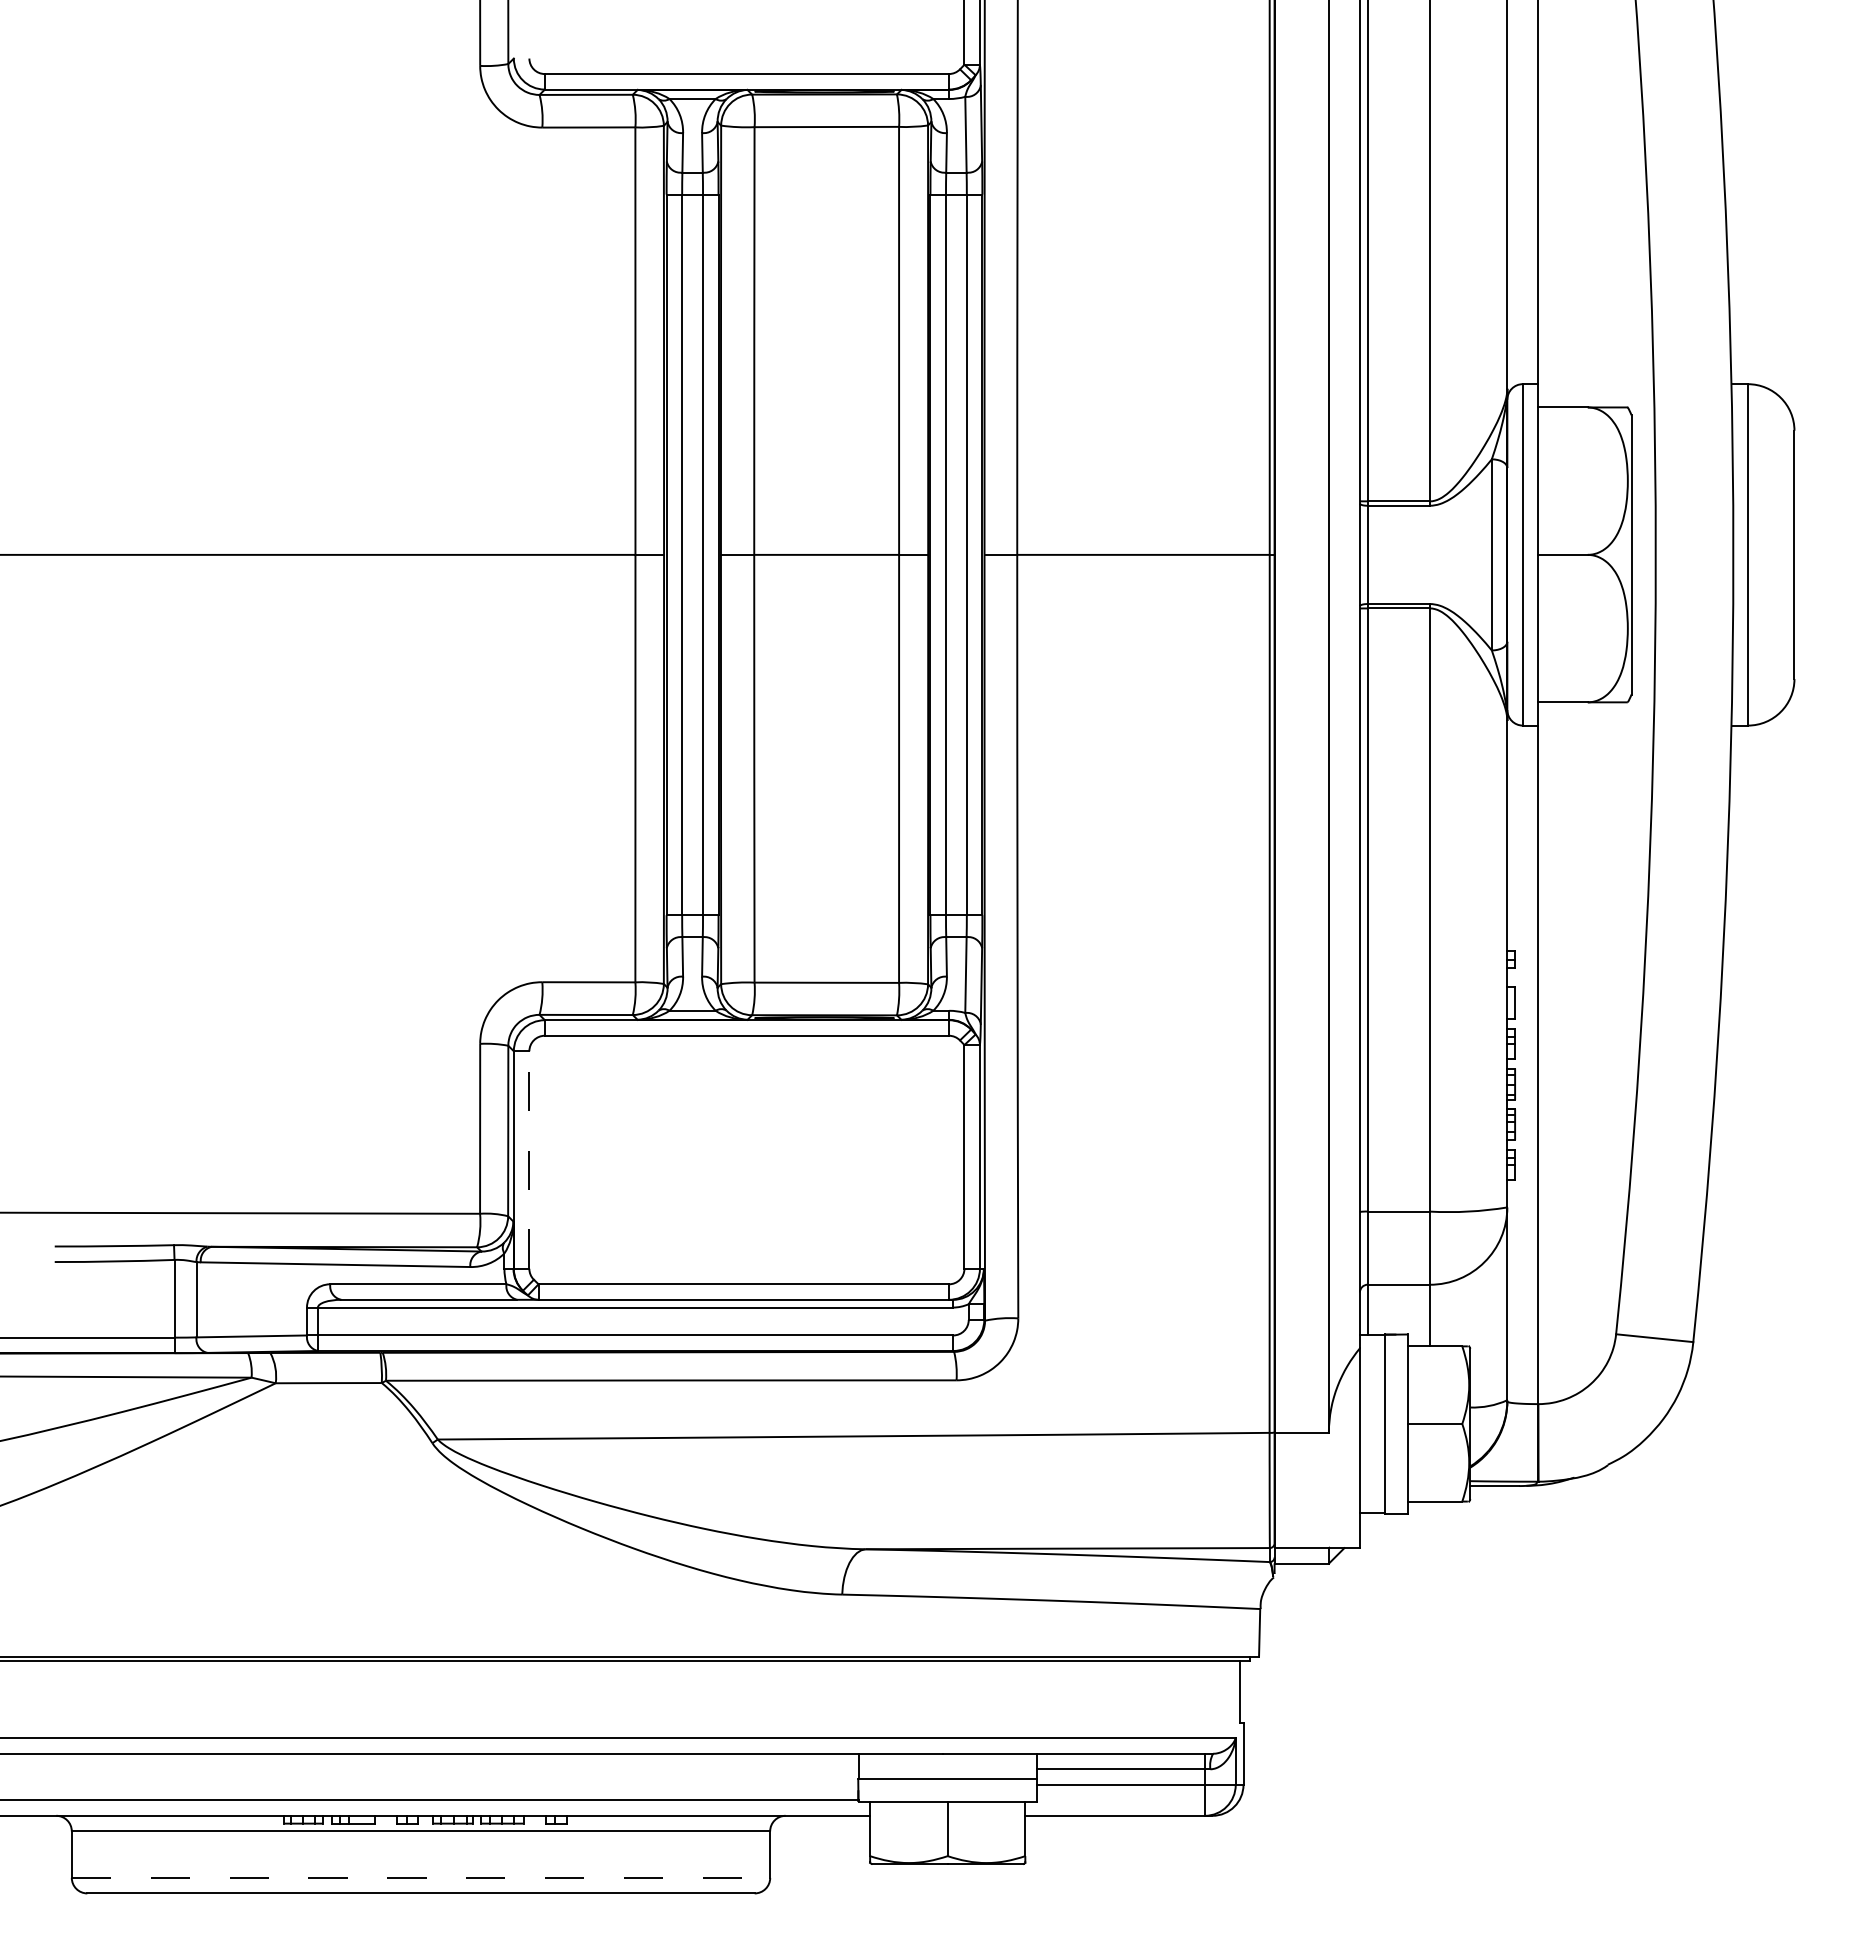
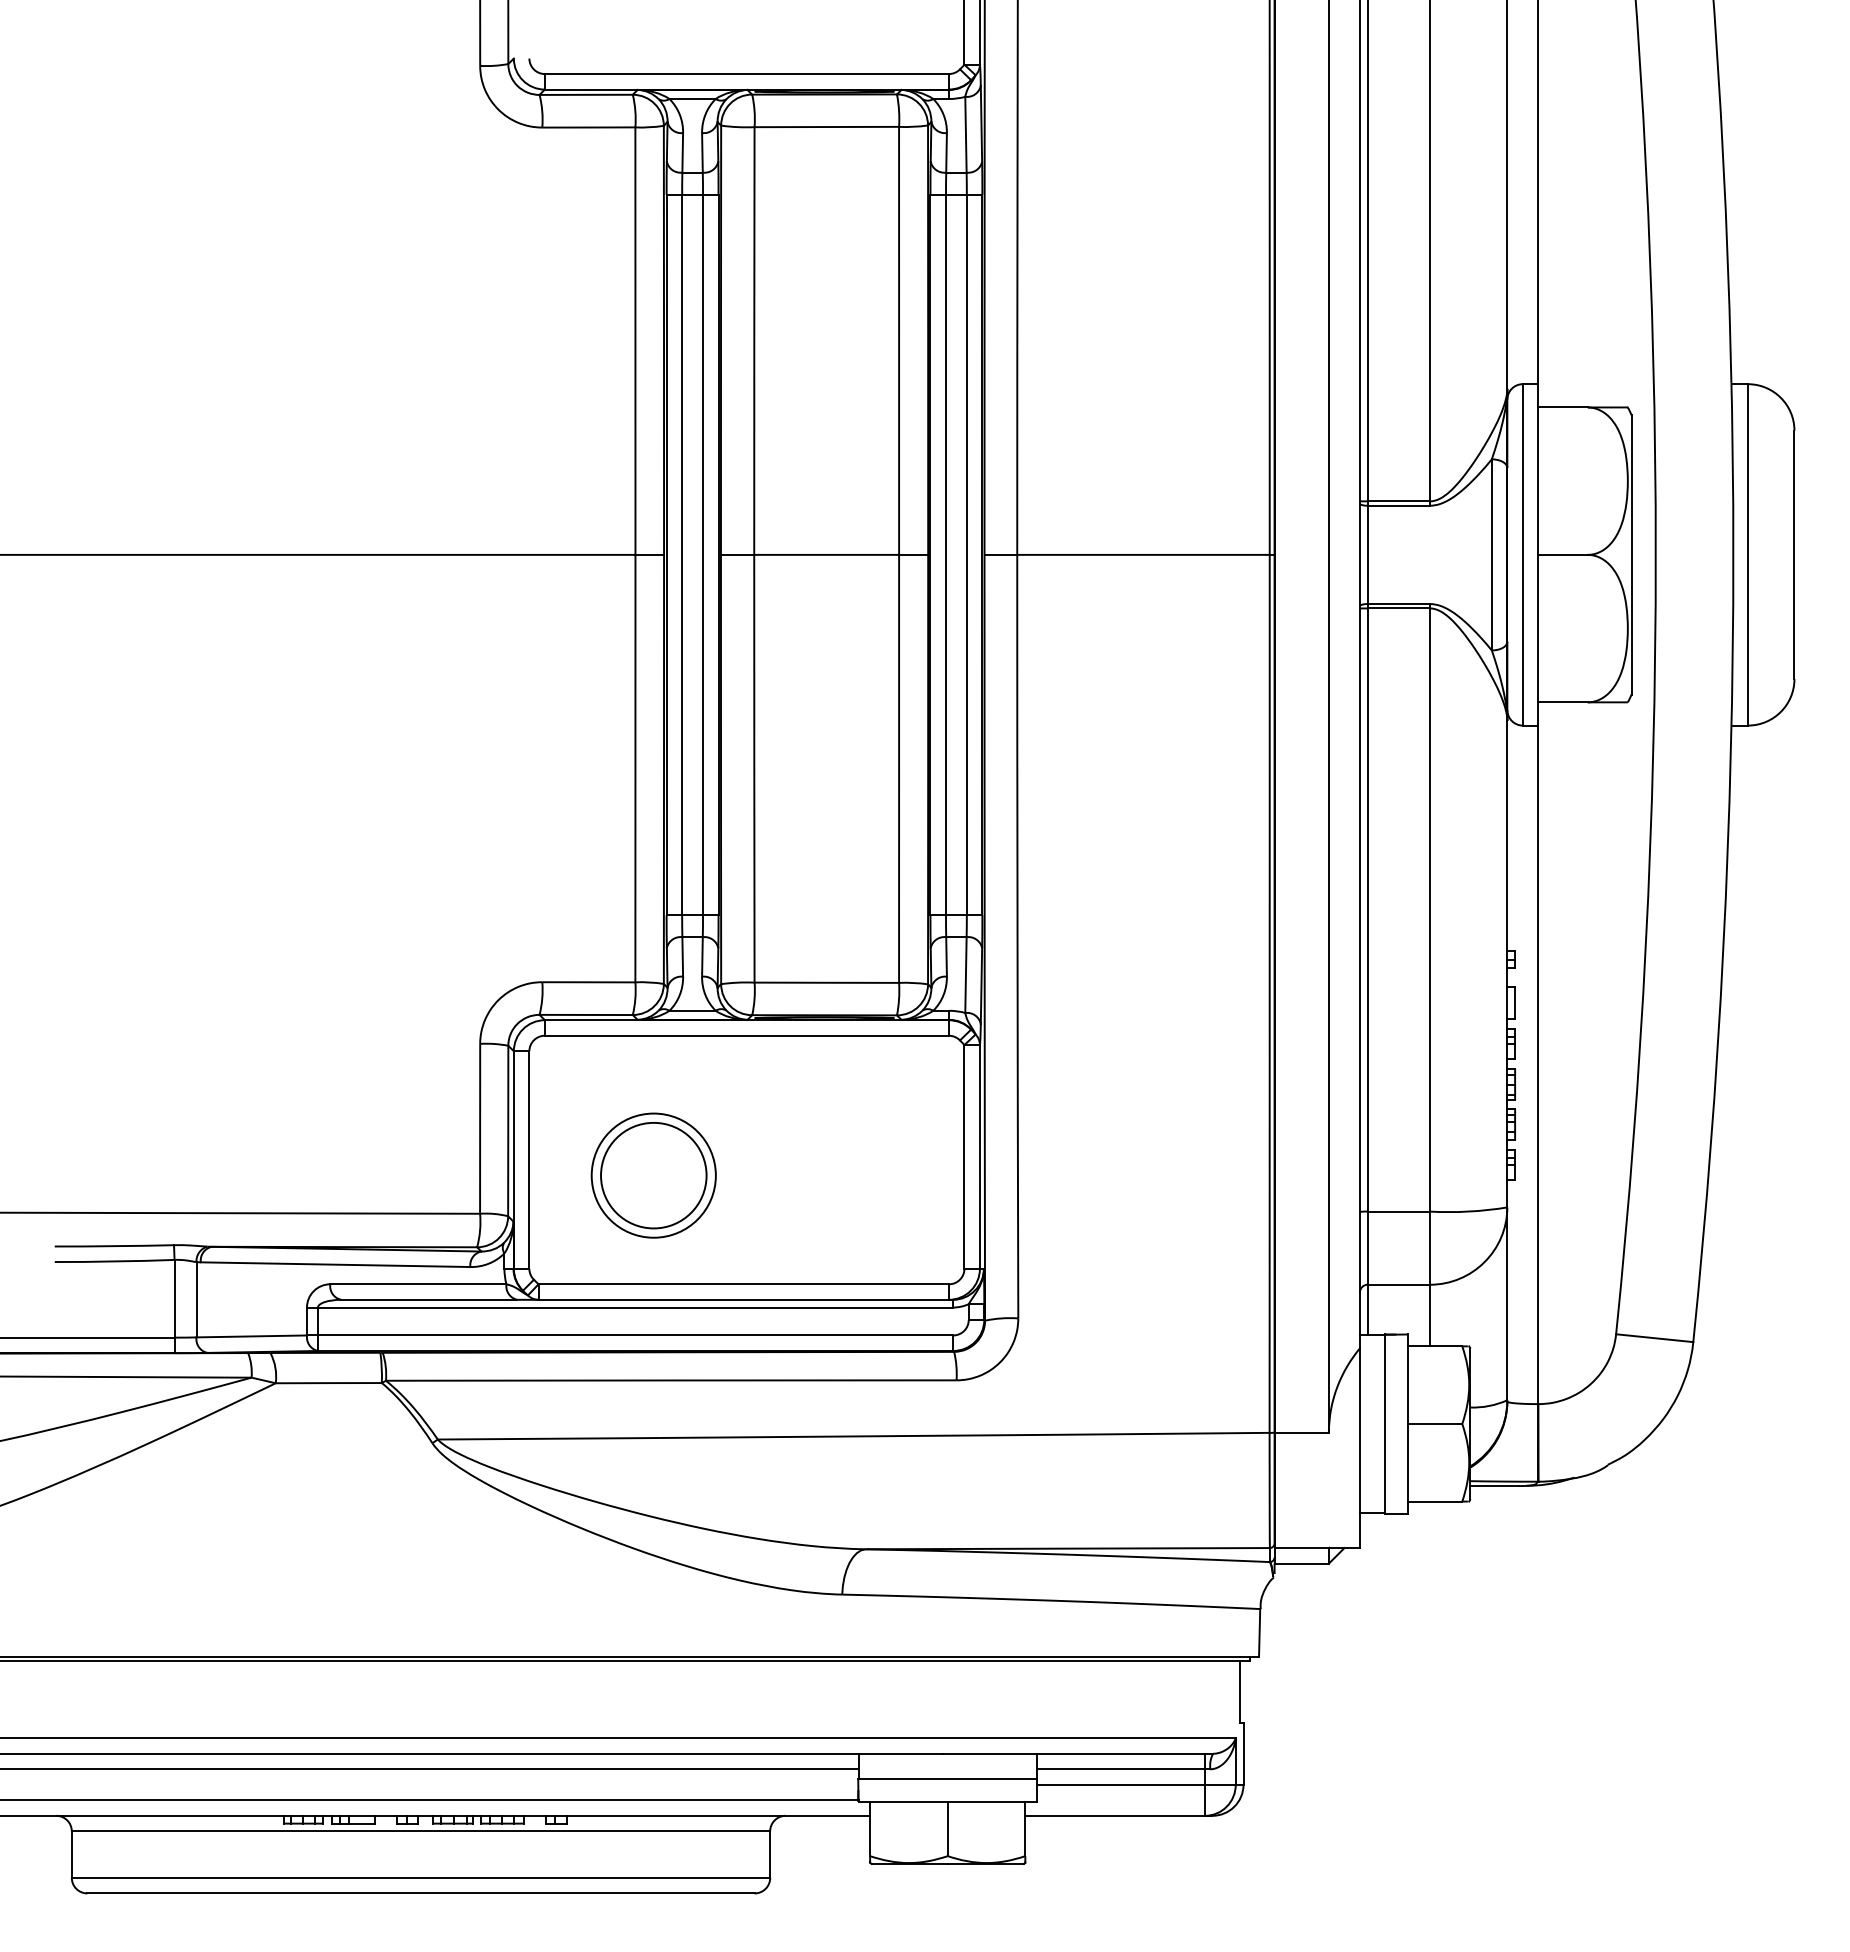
line at (529, 1160): dashed -> solid
part at (653, 1175): none -> present
line at (430, 1769): none -> present
line at (421, 1877): dashed -> solid
